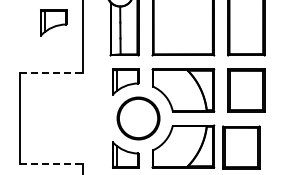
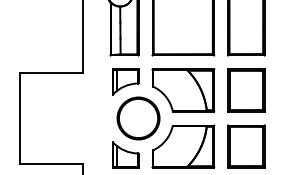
part at (53, 22): present -> none
line at (51, 72): dashed -> solid
part at (241, 147) position: (241, 147) -> (246, 146)
line at (51, 164): dashed -> solid
